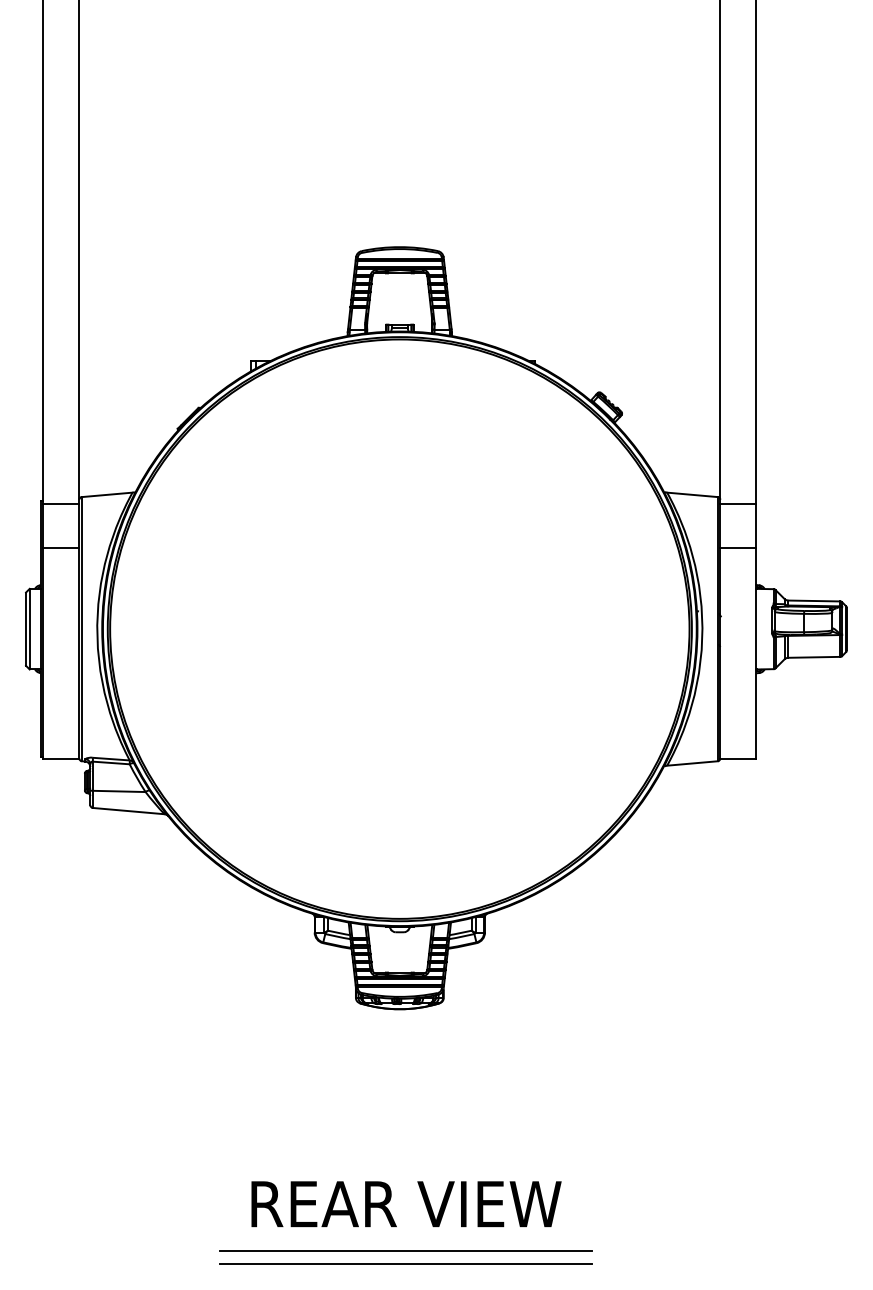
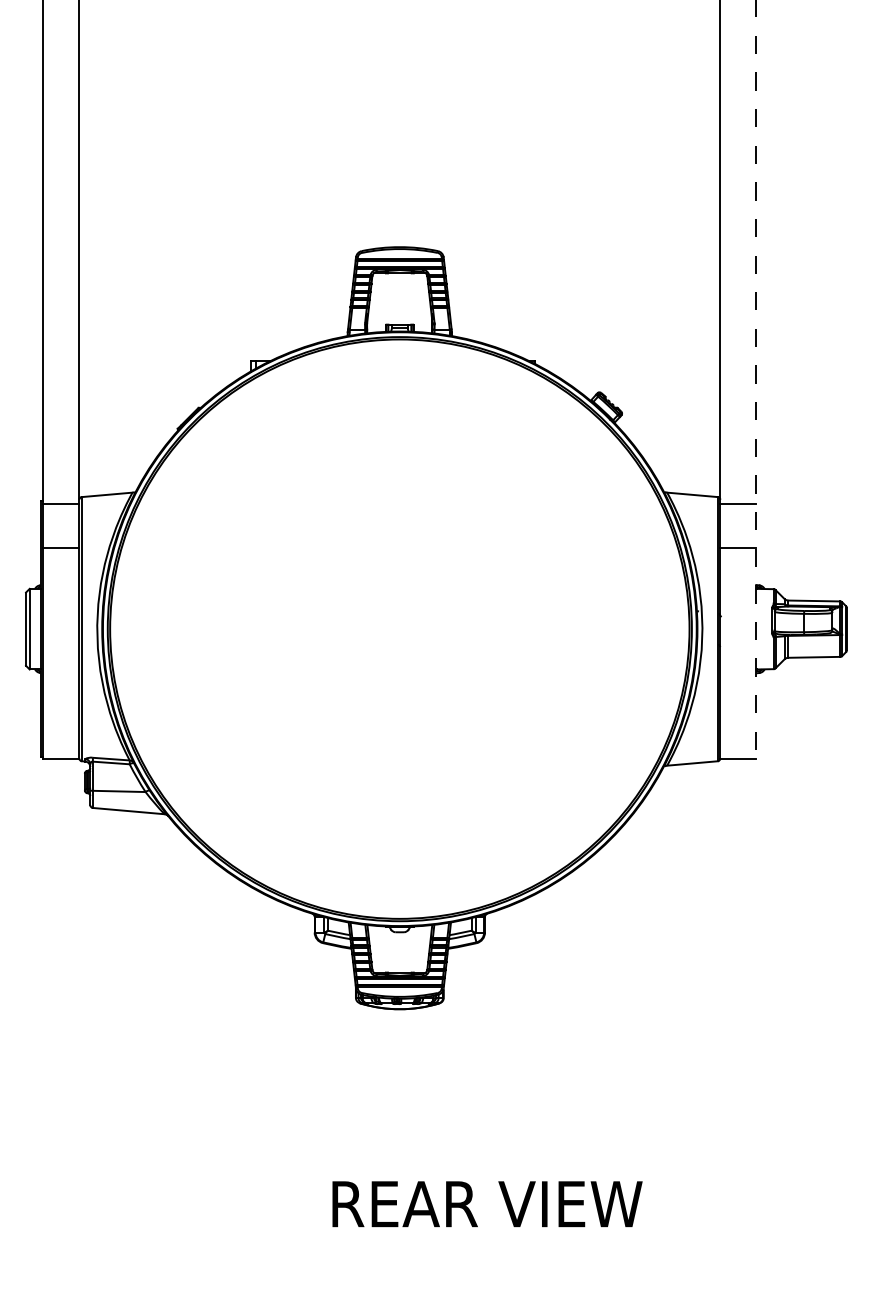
line at (756, 380): solid -> dashed
text at (406, 1204) position: (406, 1204) -> (487, 1204)
line at (405, 1251): present -> none
line at (405, 1264): present -> none
